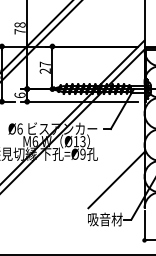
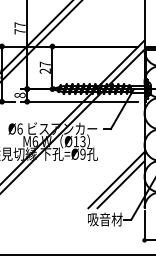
text at (19, 24): 78 -> 77
text at (19, 95): 6 -> 8
line at (120, 184): none -> present
